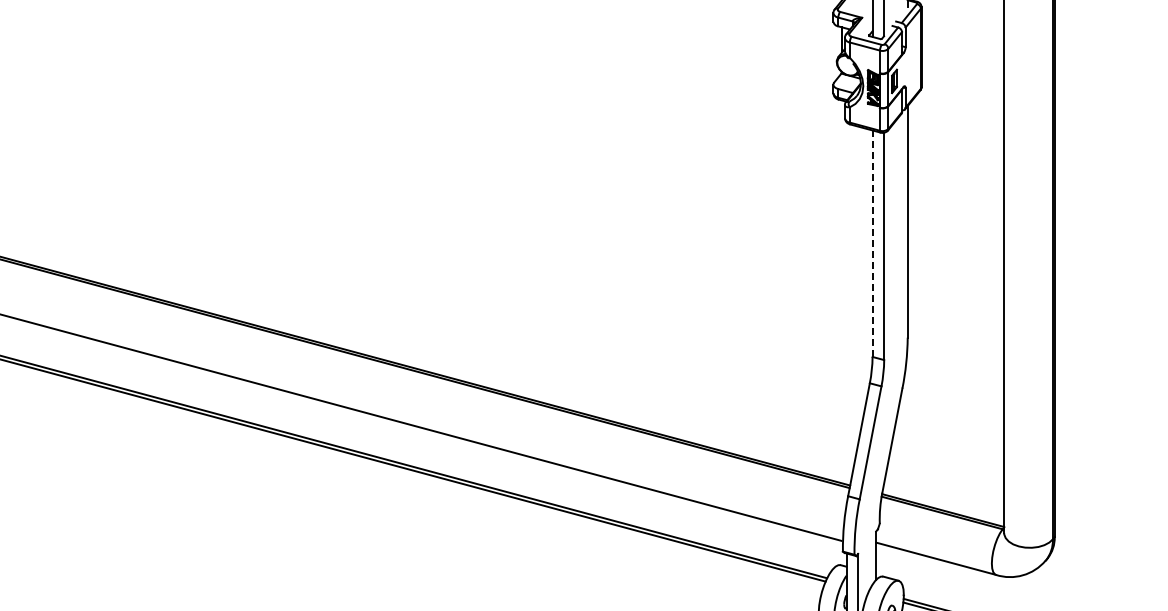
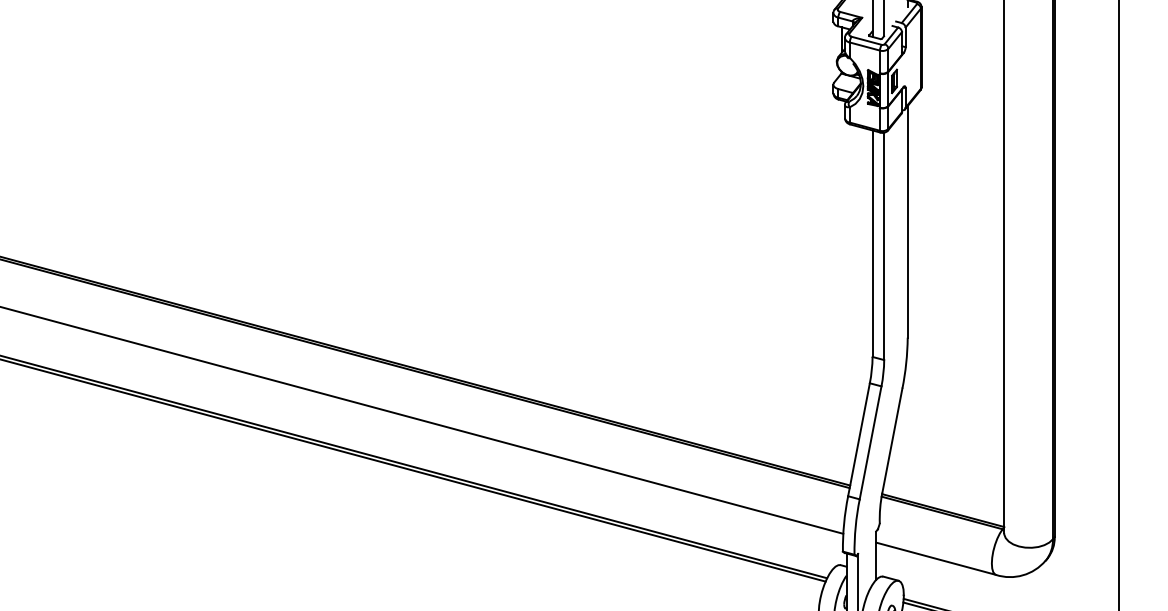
line at (872, 243): dashed -> solid
line at (1118, 304): none -> present
line at (421, 427) position: (421, 427) -> (422, 420)
